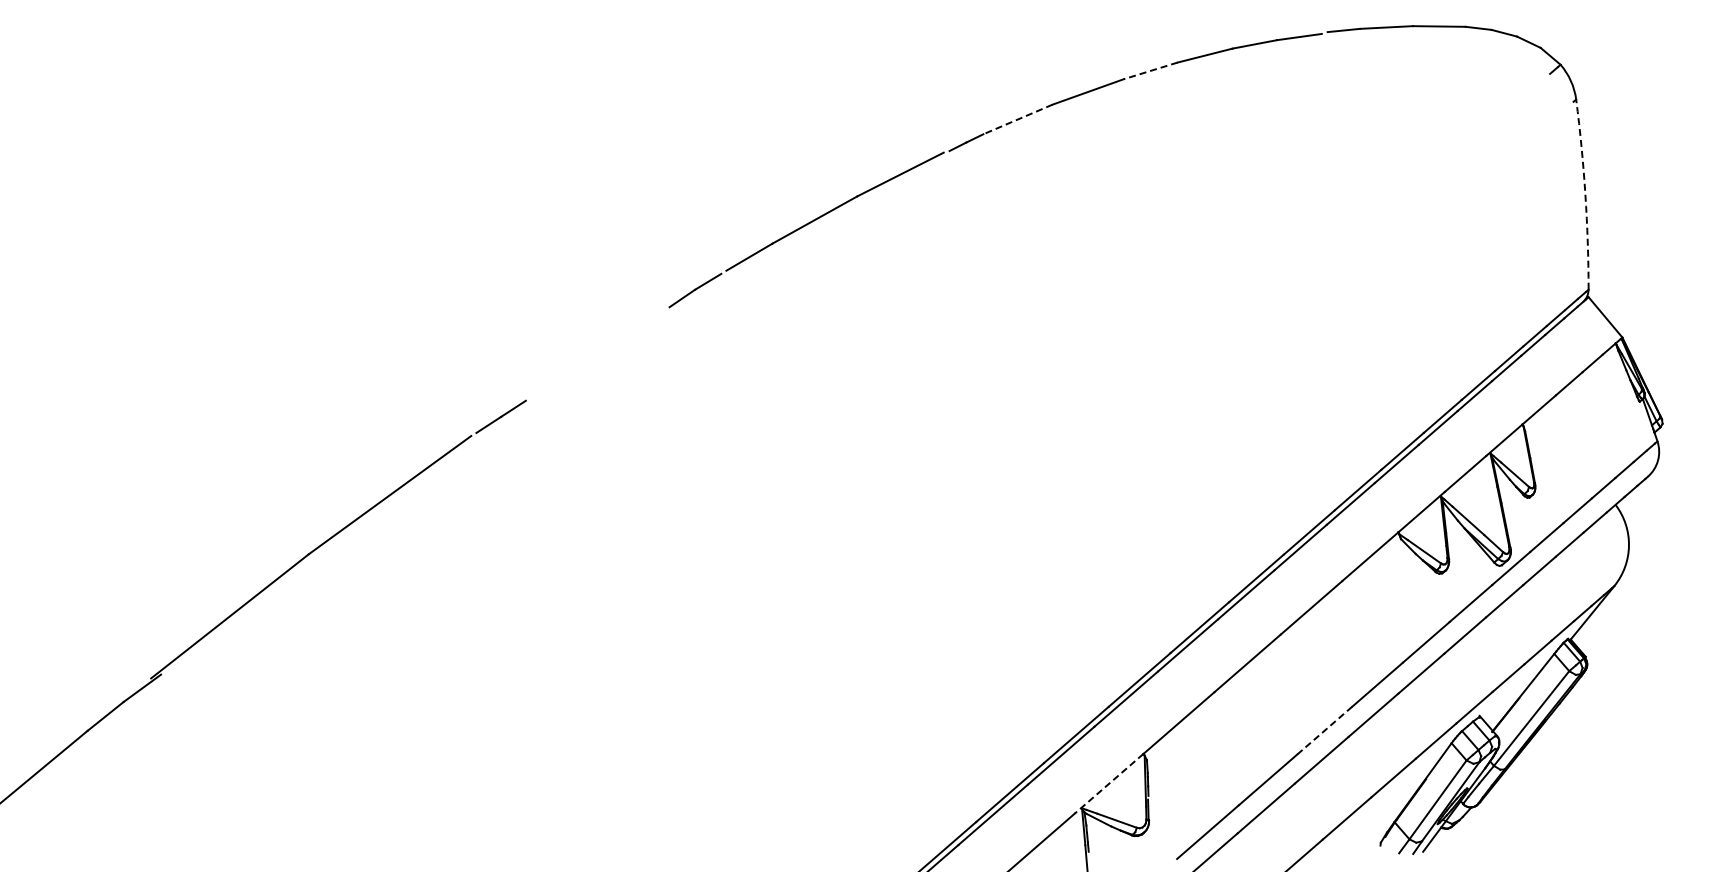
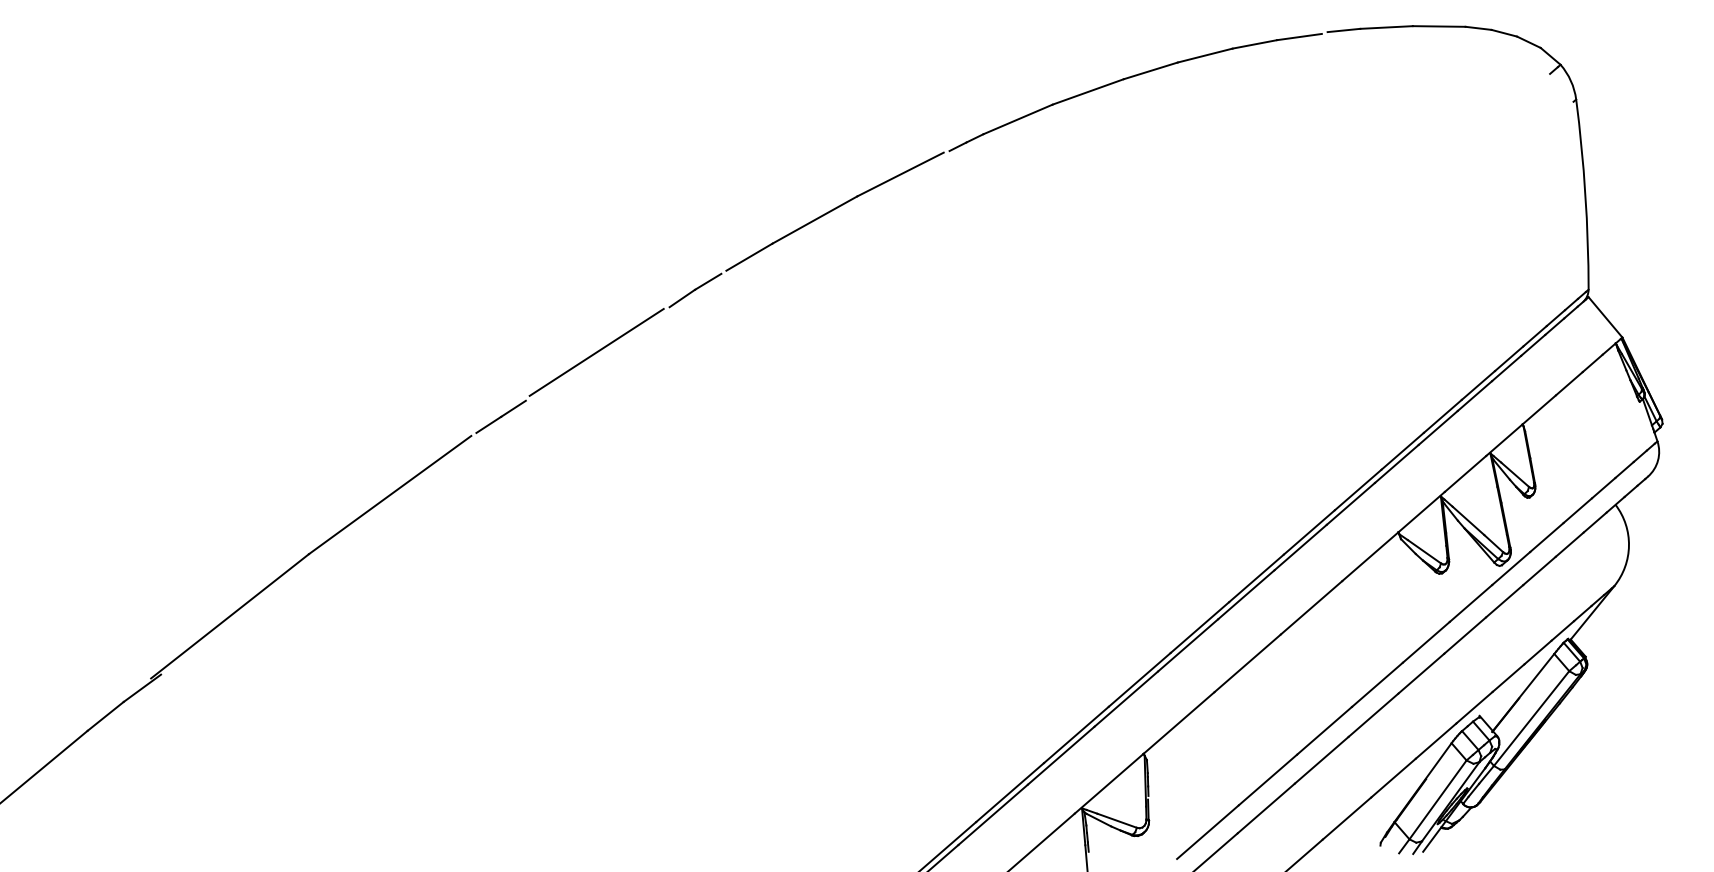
line at (1150, 71): dashed -> solid
line at (1018, 119): dashed -> solid
arc at (1585, 194): dashed -> solid
line at (596, 351): none -> present
line at (1324, 730): dashed -> solid
line at (1108, 784): dashed -> solid
